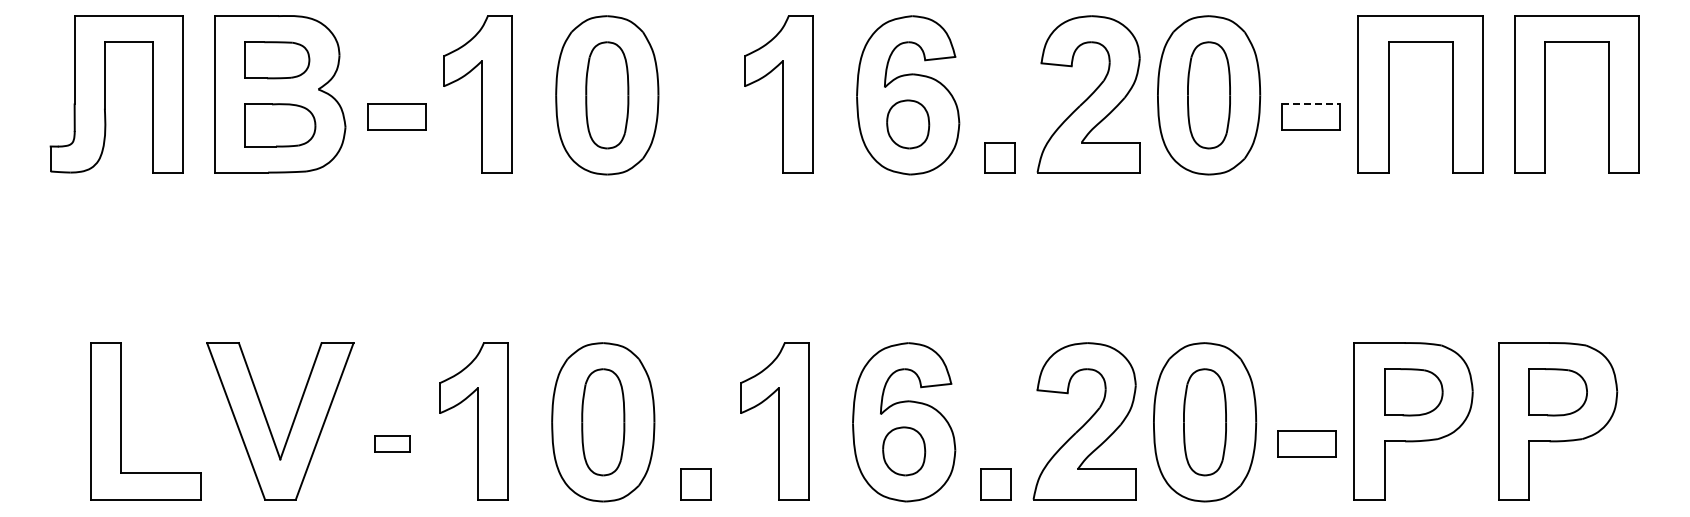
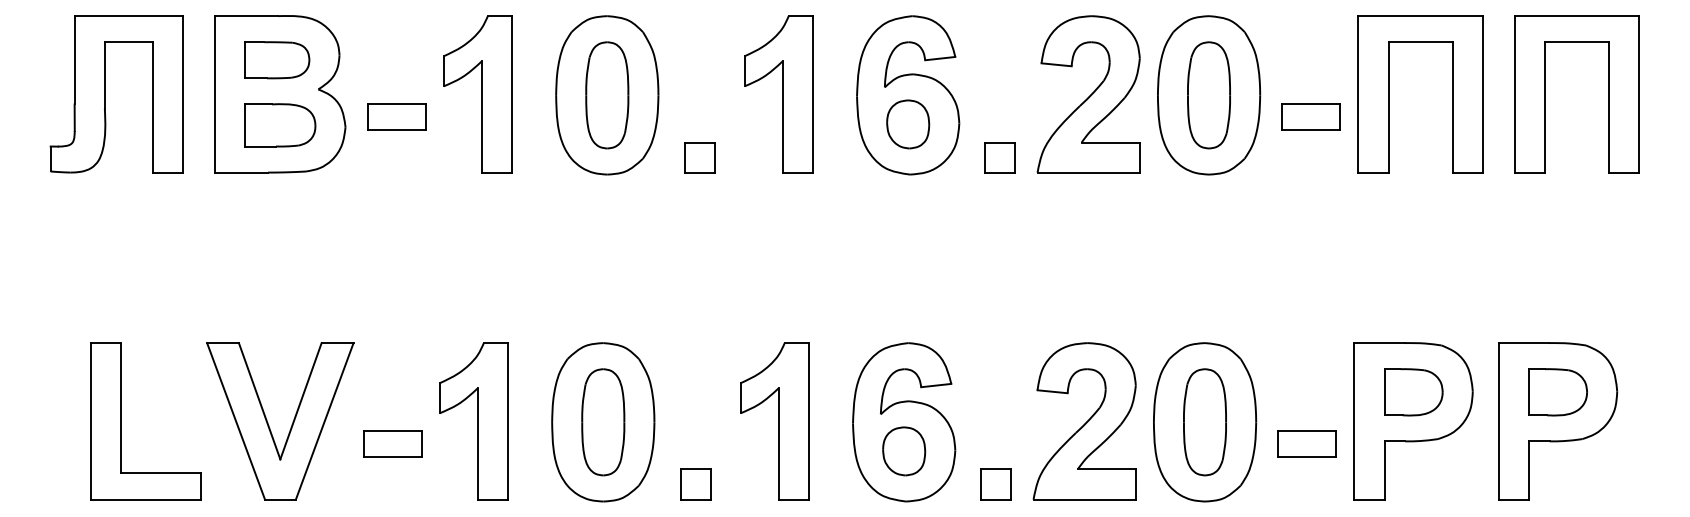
line at (1311, 104): dashed -> solid
part at (699, 157): none -> present
part at (392, 443) size: 37x18 px -> 60x28 px
